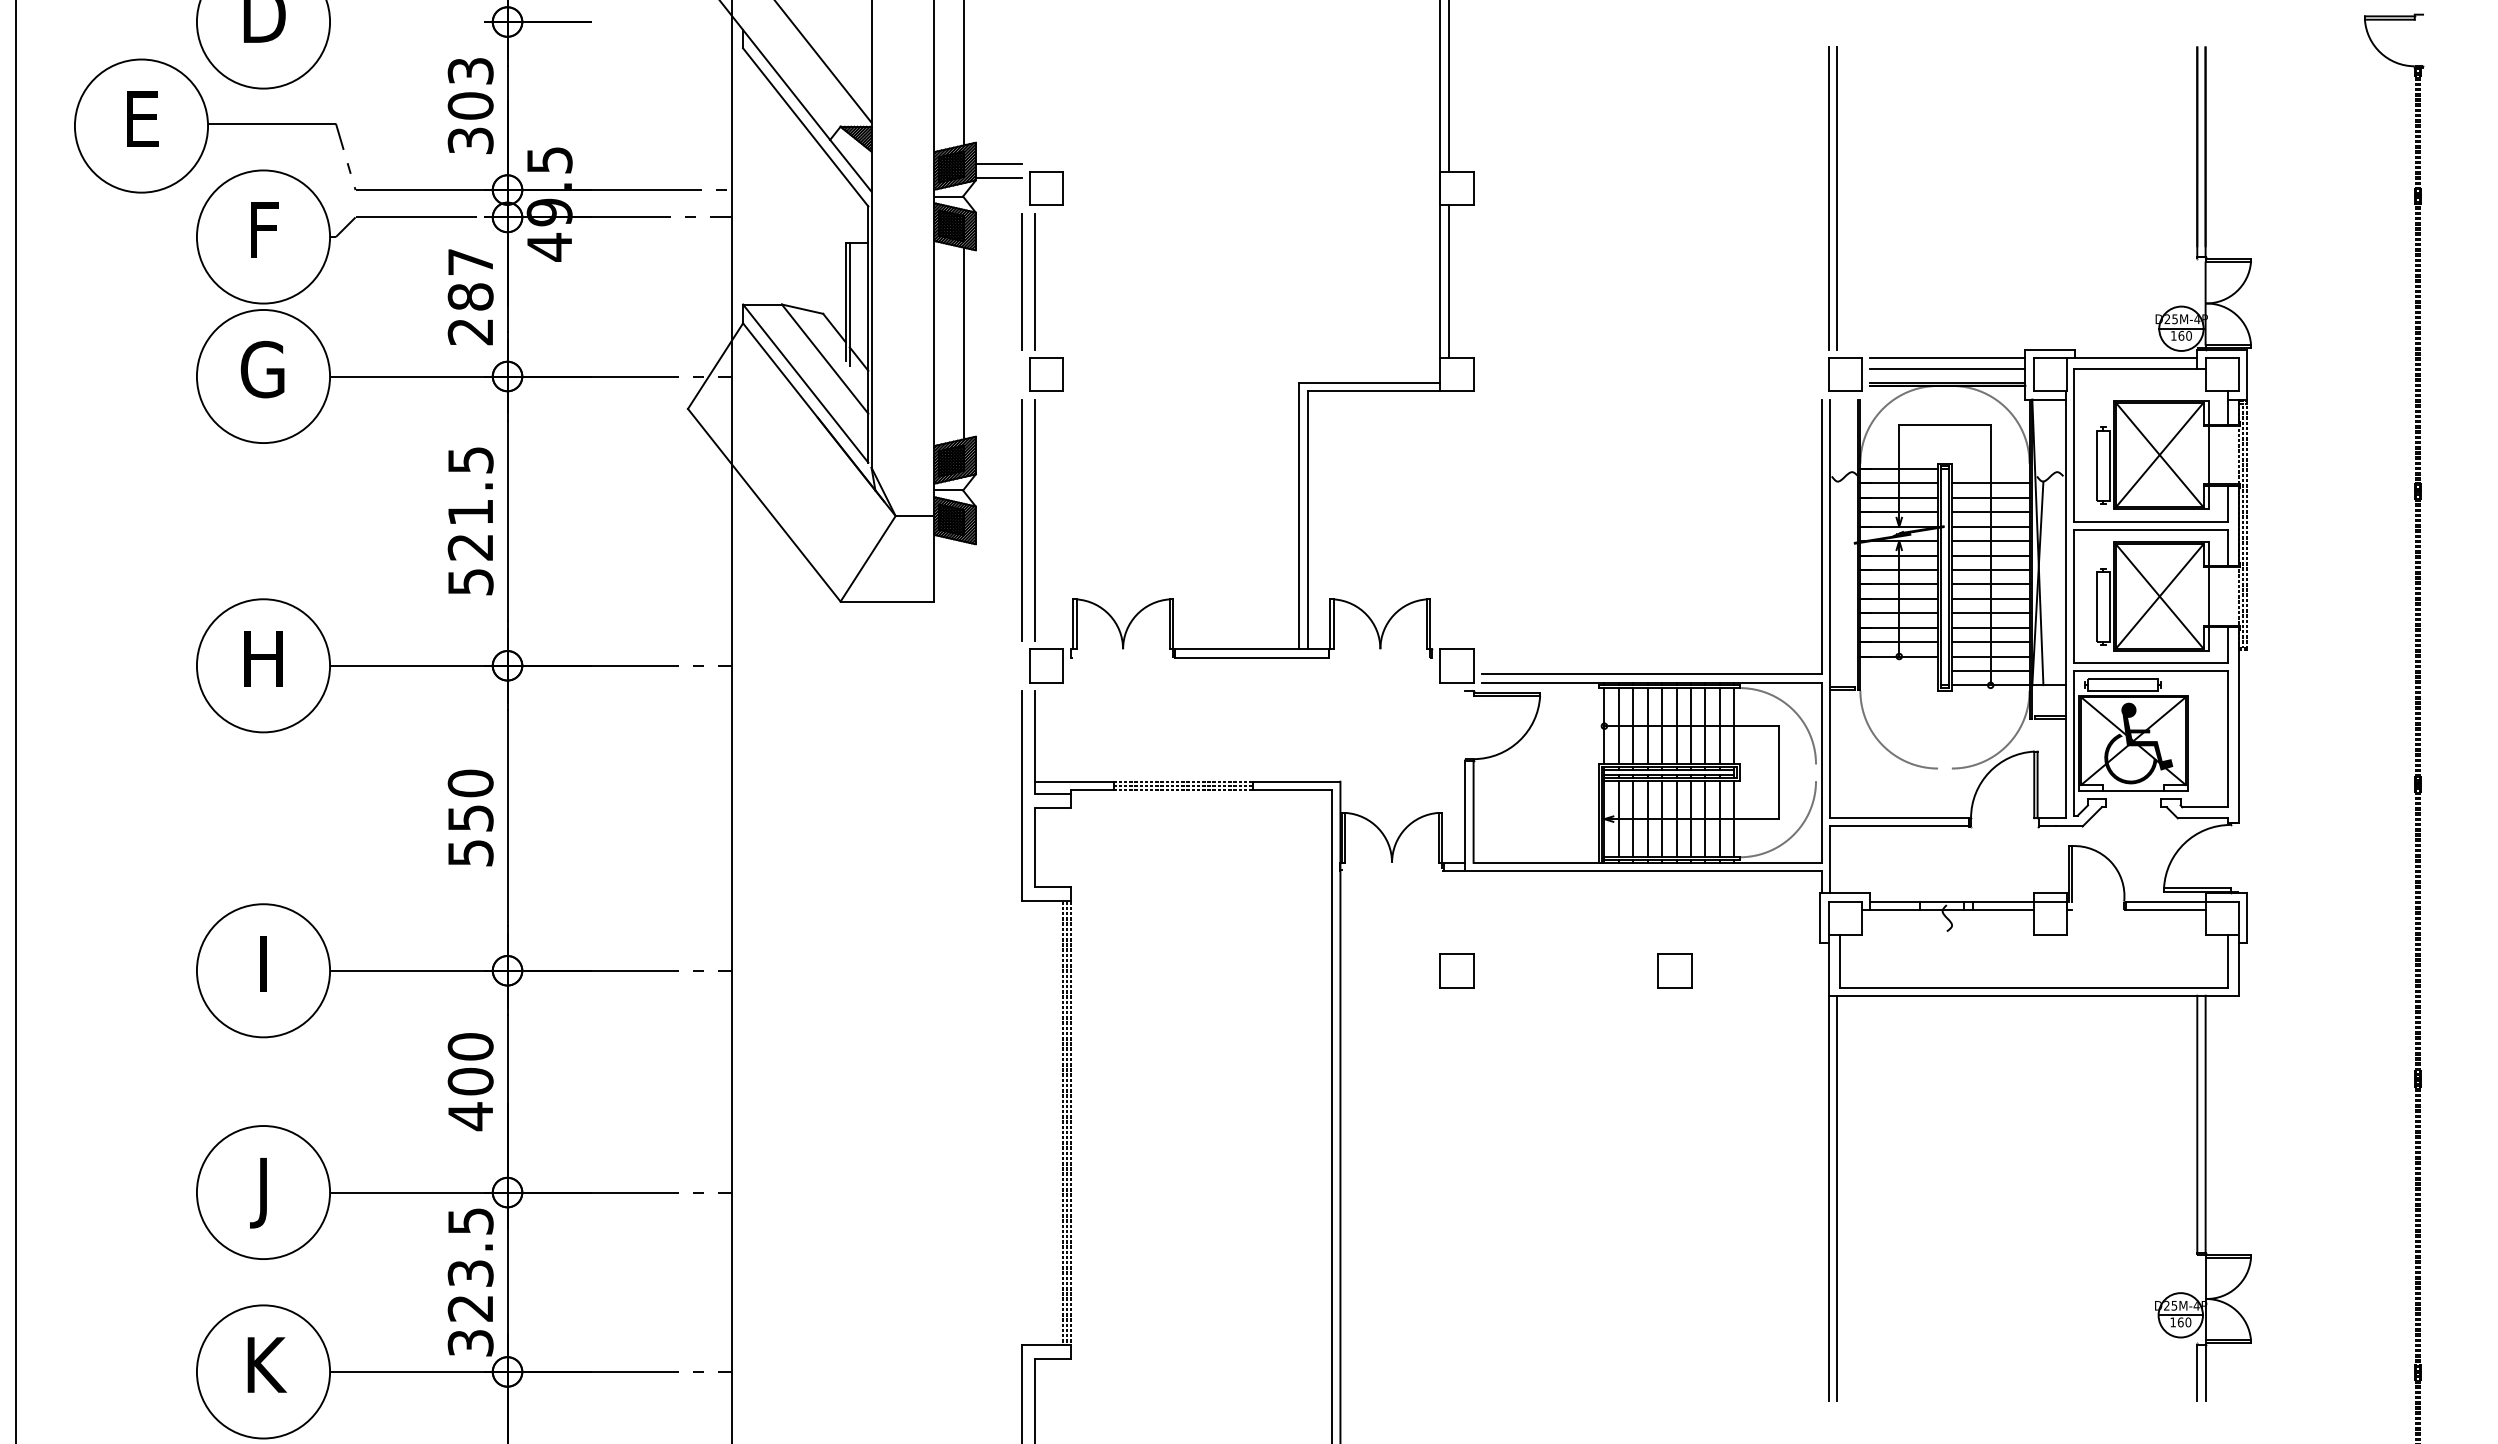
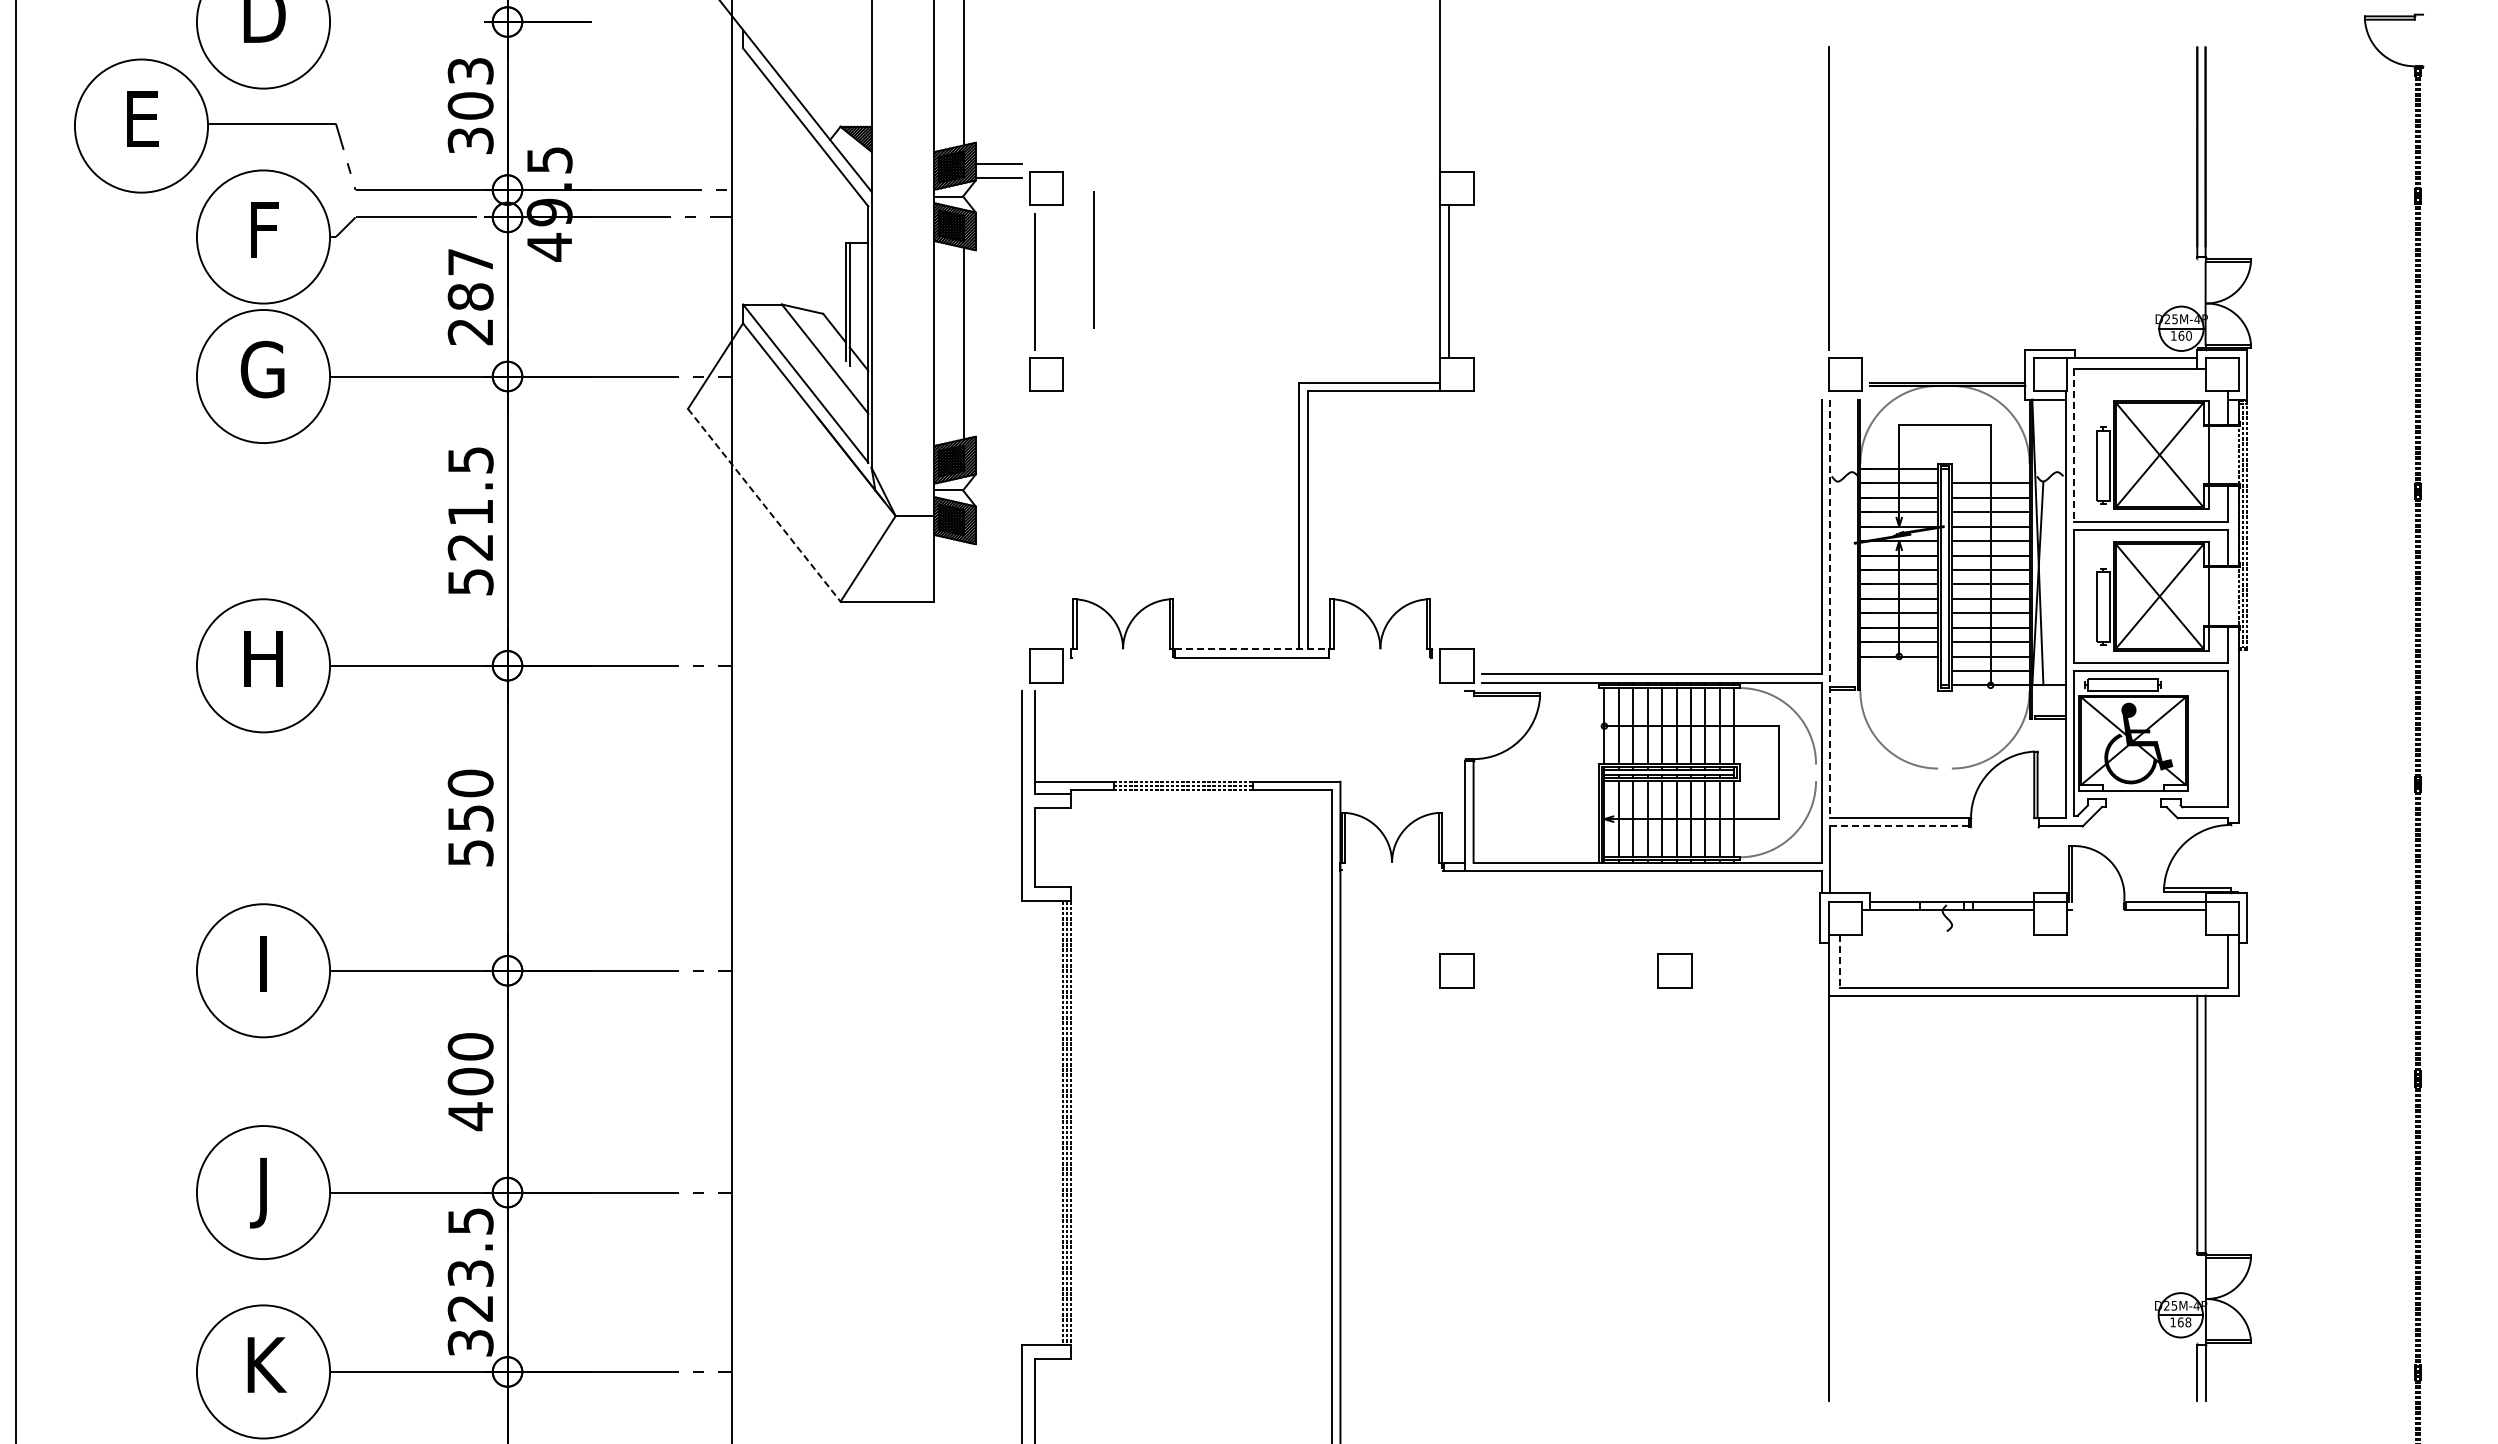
line at (823, 62): present -> none
line at (1448, 87): present -> none
line at (1836, 198): present -> none
line at (1021, 281) position: (1021, 281) -> (1093, 259)
line at (1947, 358): present -> none
line at (1947, 369): present -> none
line at (2074, 445): solid -> dashed
line at (764, 505): solid -> dashed
line at (1035, 519): present -> none
line at (1021, 520): present -> none
line at (1829, 609): solid -> dashed
line at (1252, 649): solid -> dashed
line at (1899, 826): solid -> dashed
line at (1839, 961): solid -> dashed
line at (1836, 1197): present -> none
text at (2188, 1322): 160 -> 168
